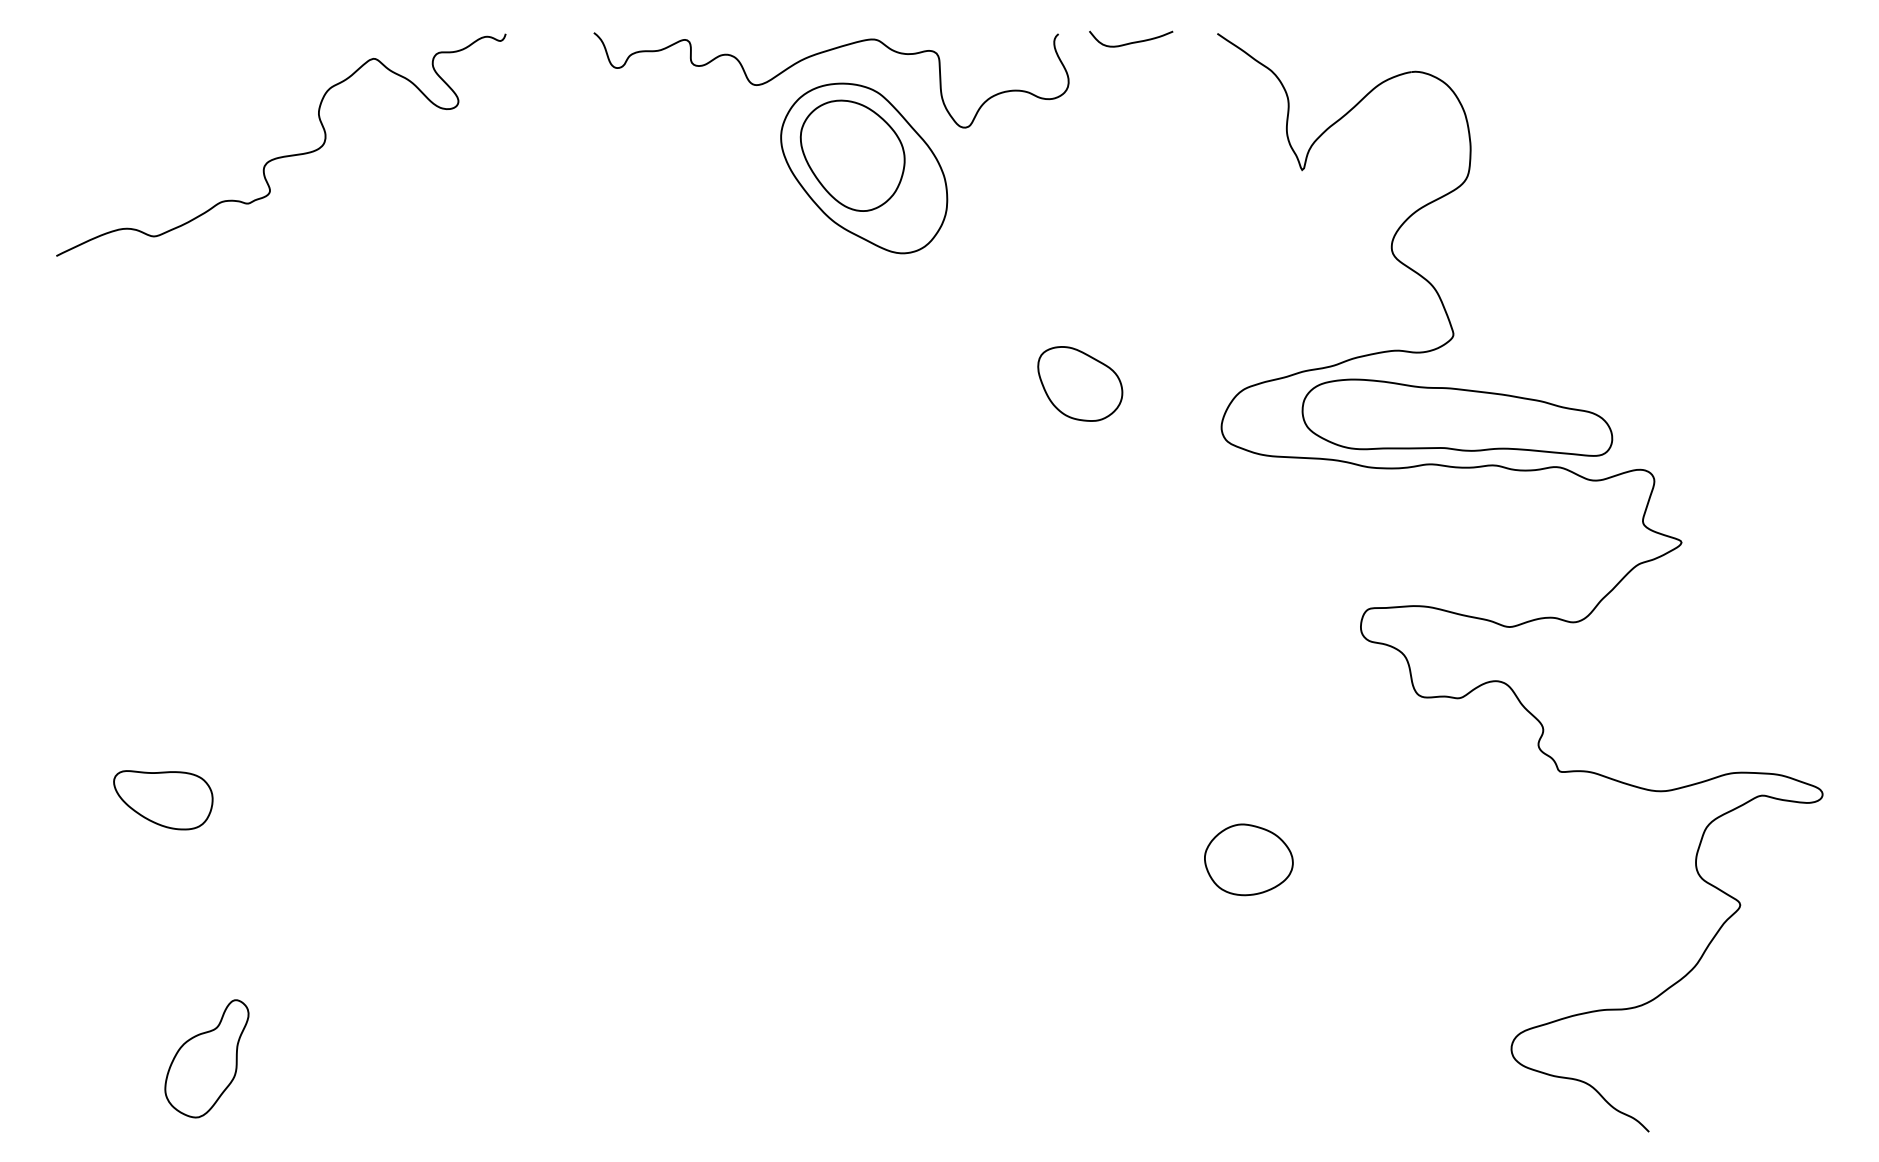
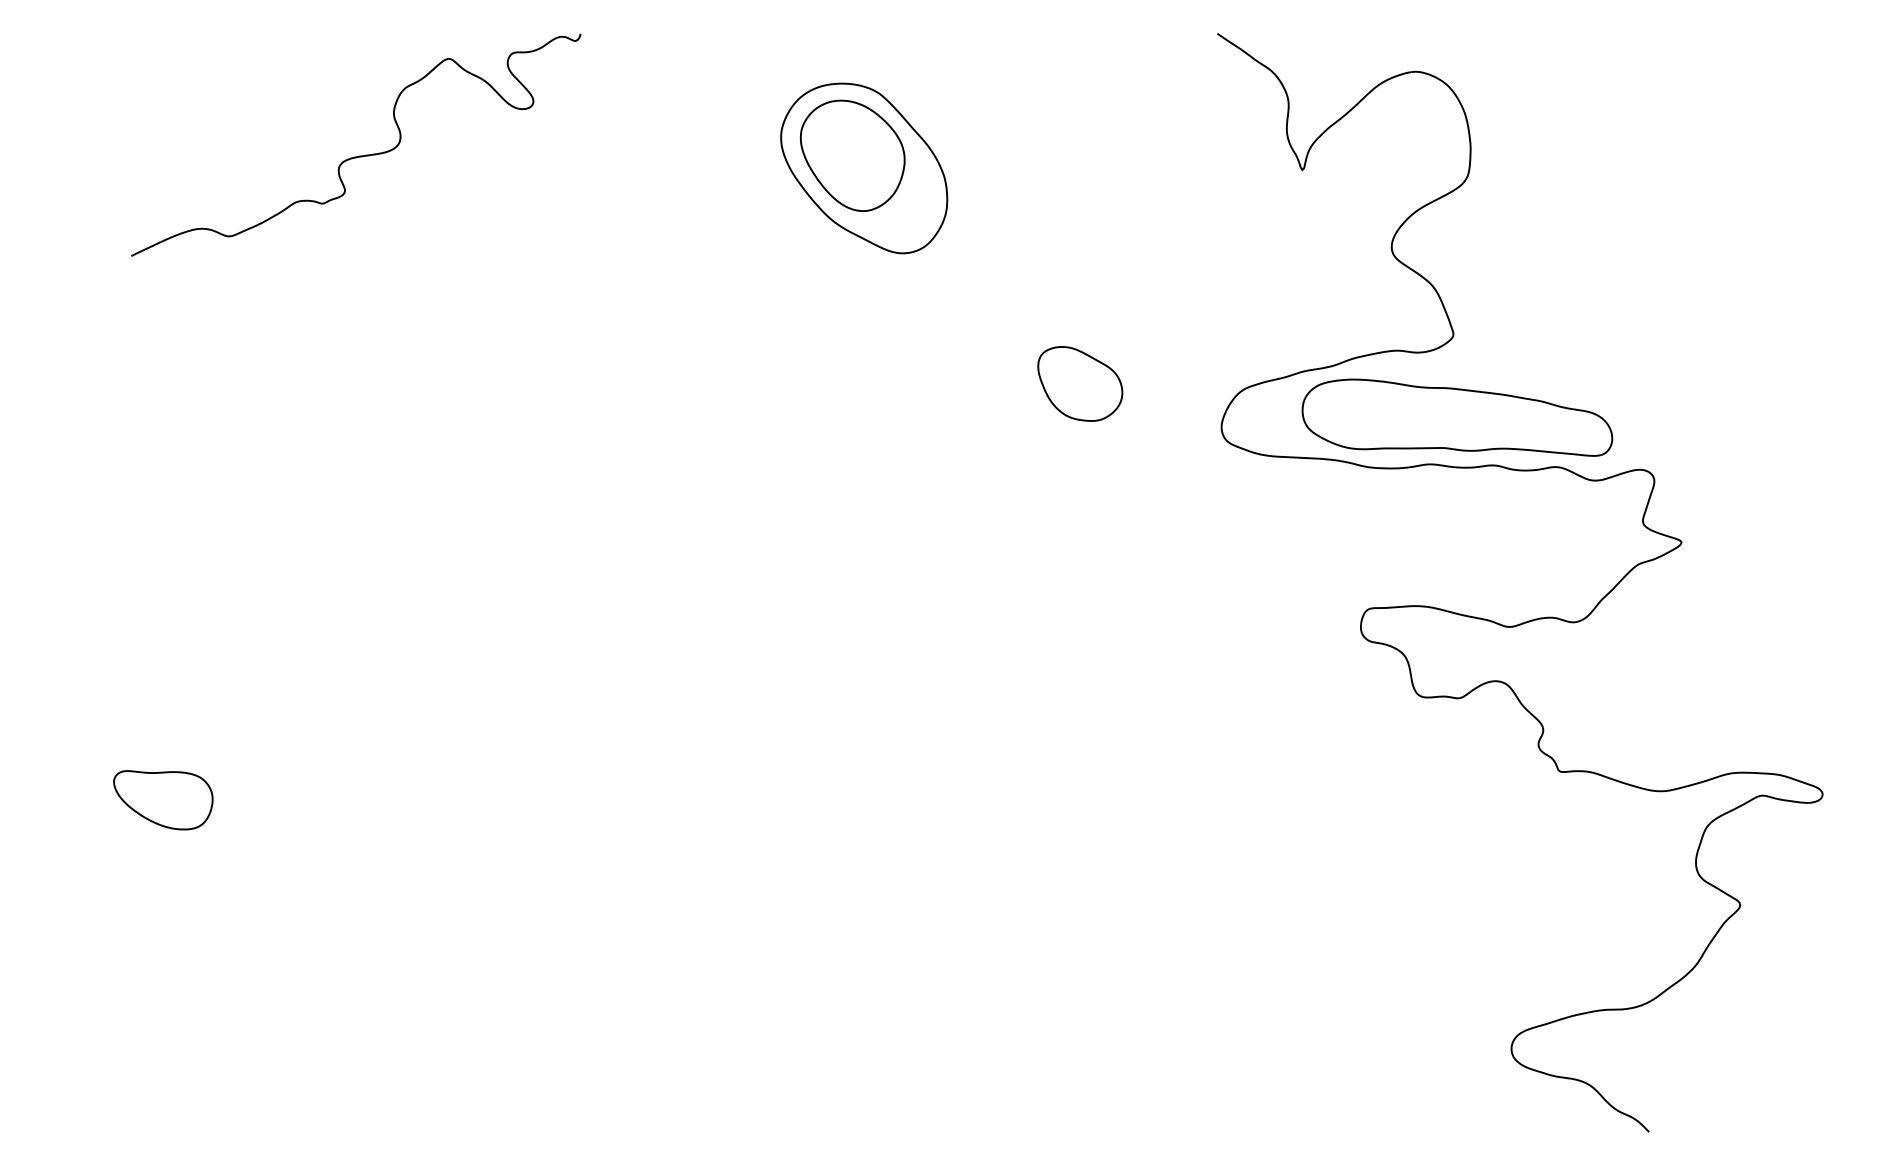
curve at (1133, 41): present -> none
curve at (822, 53): present -> none
curve at (284, 155) position: (284, 155) -> (359, 155)
part at (1248, 859): present -> none
part at (206, 1058): present -> none
